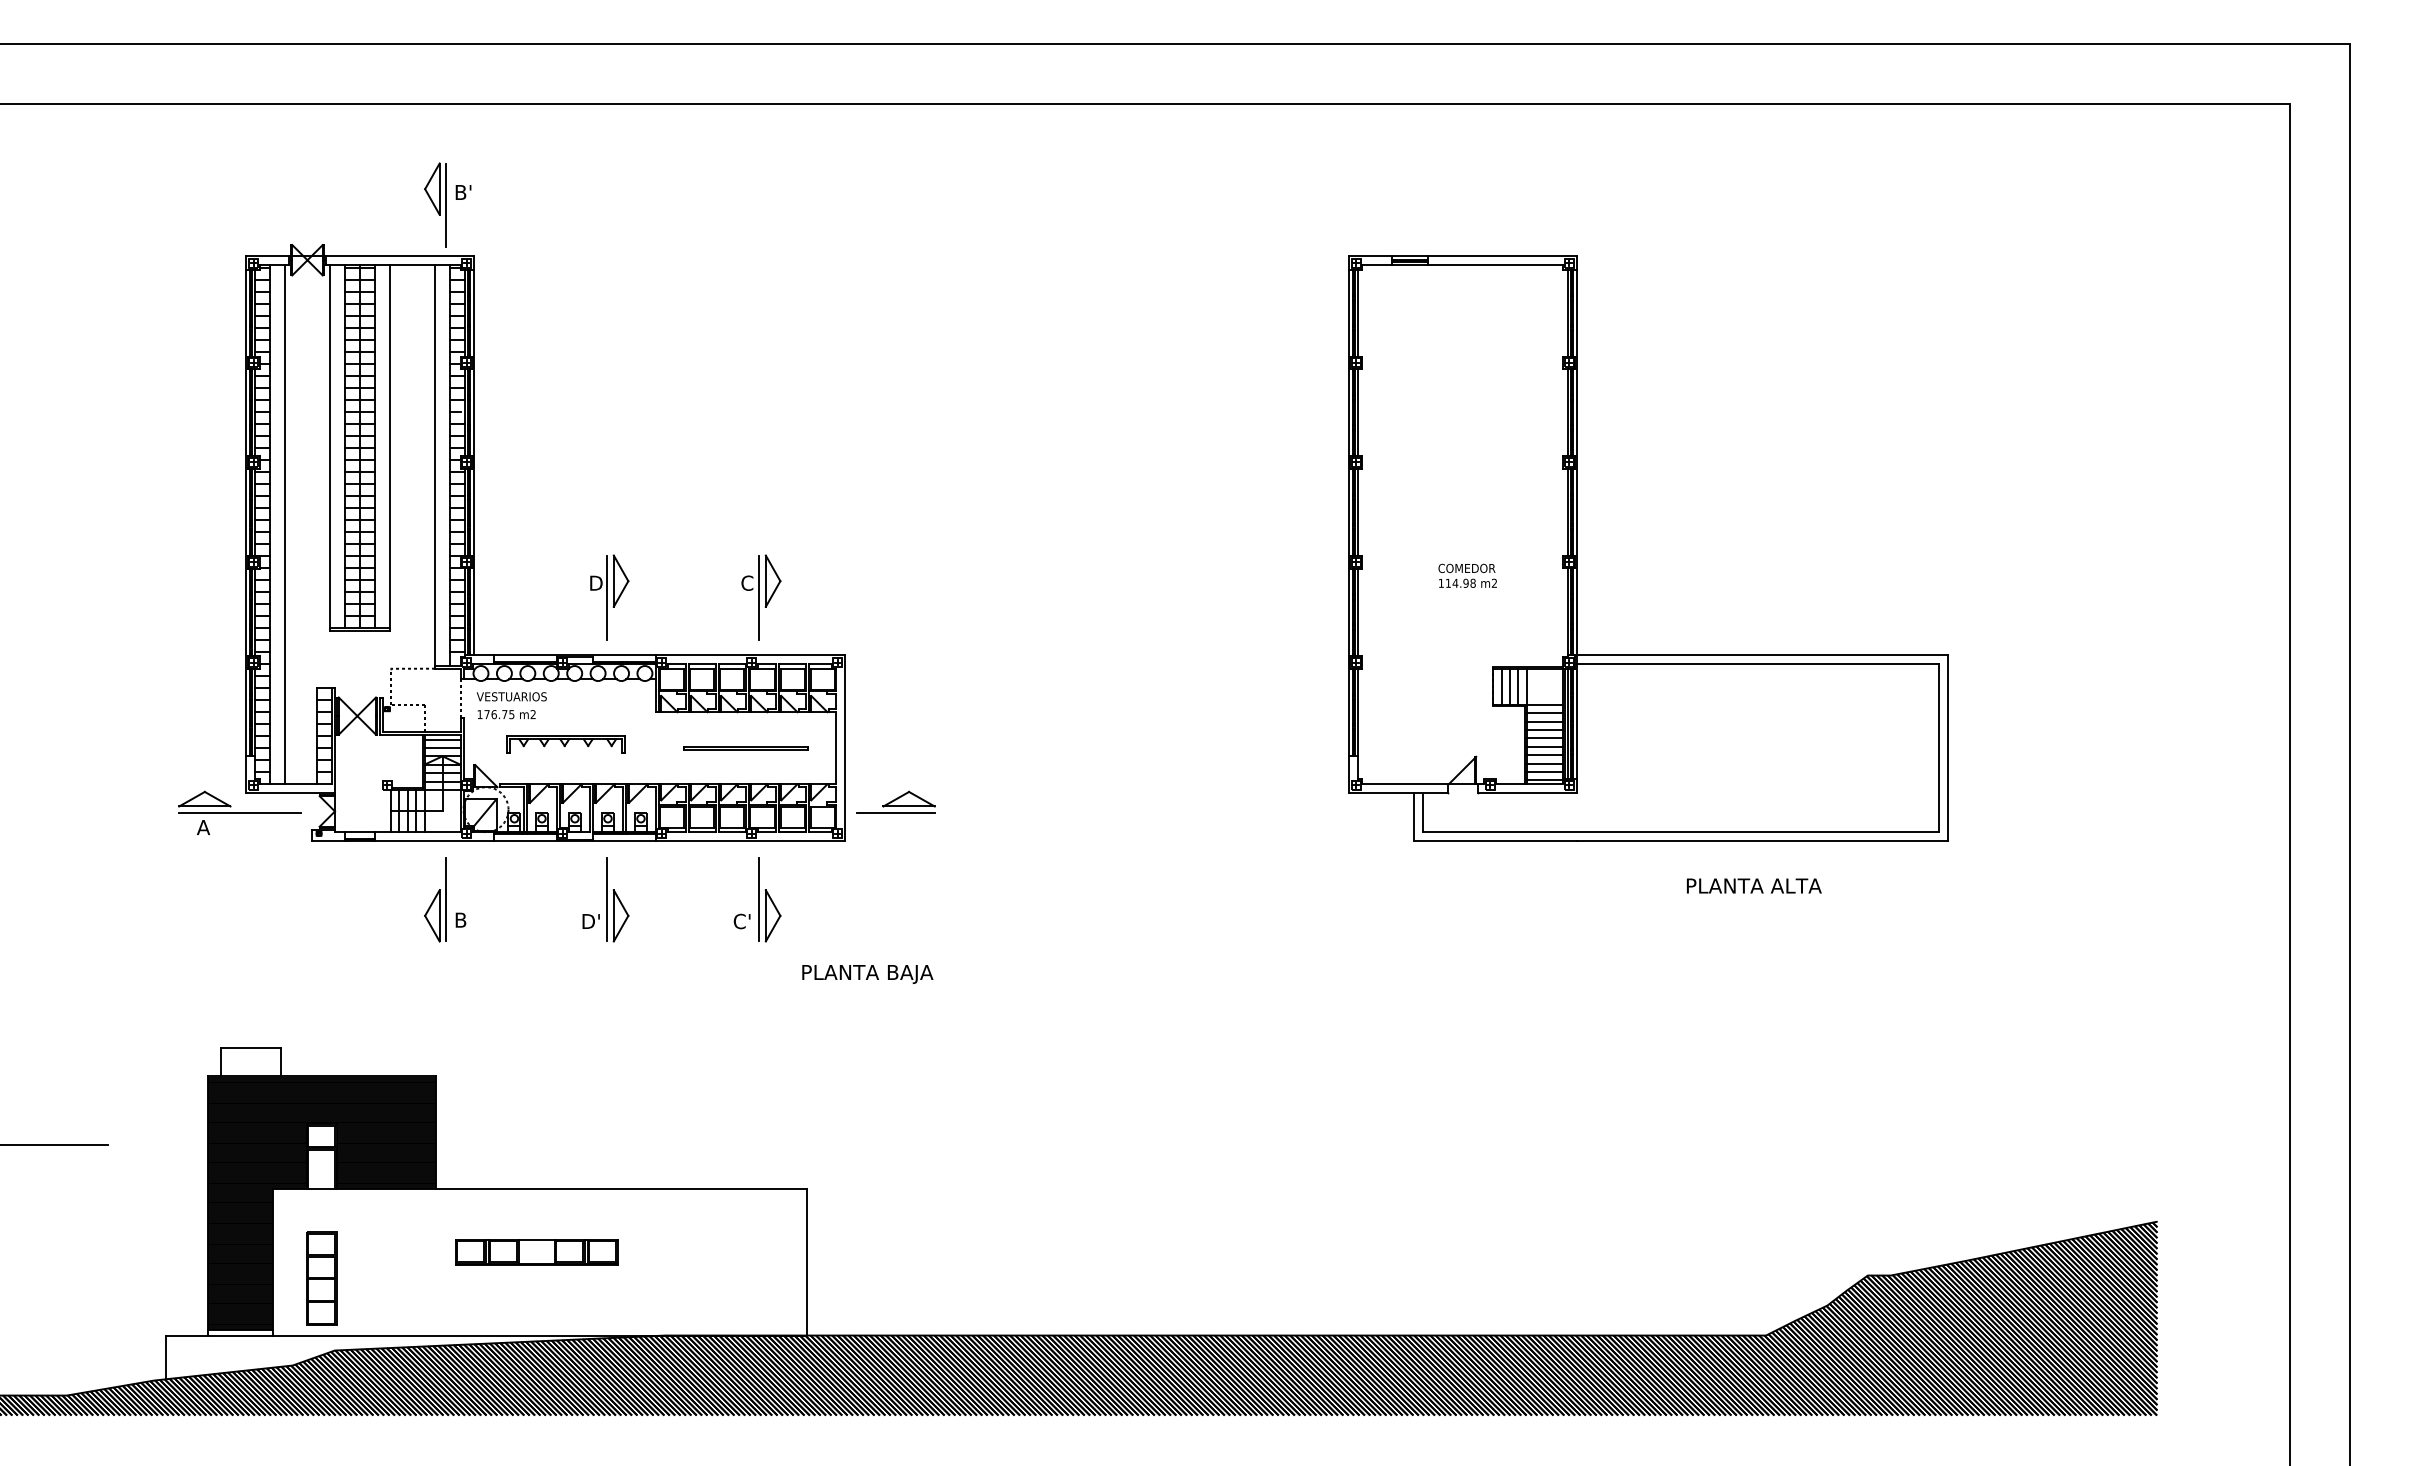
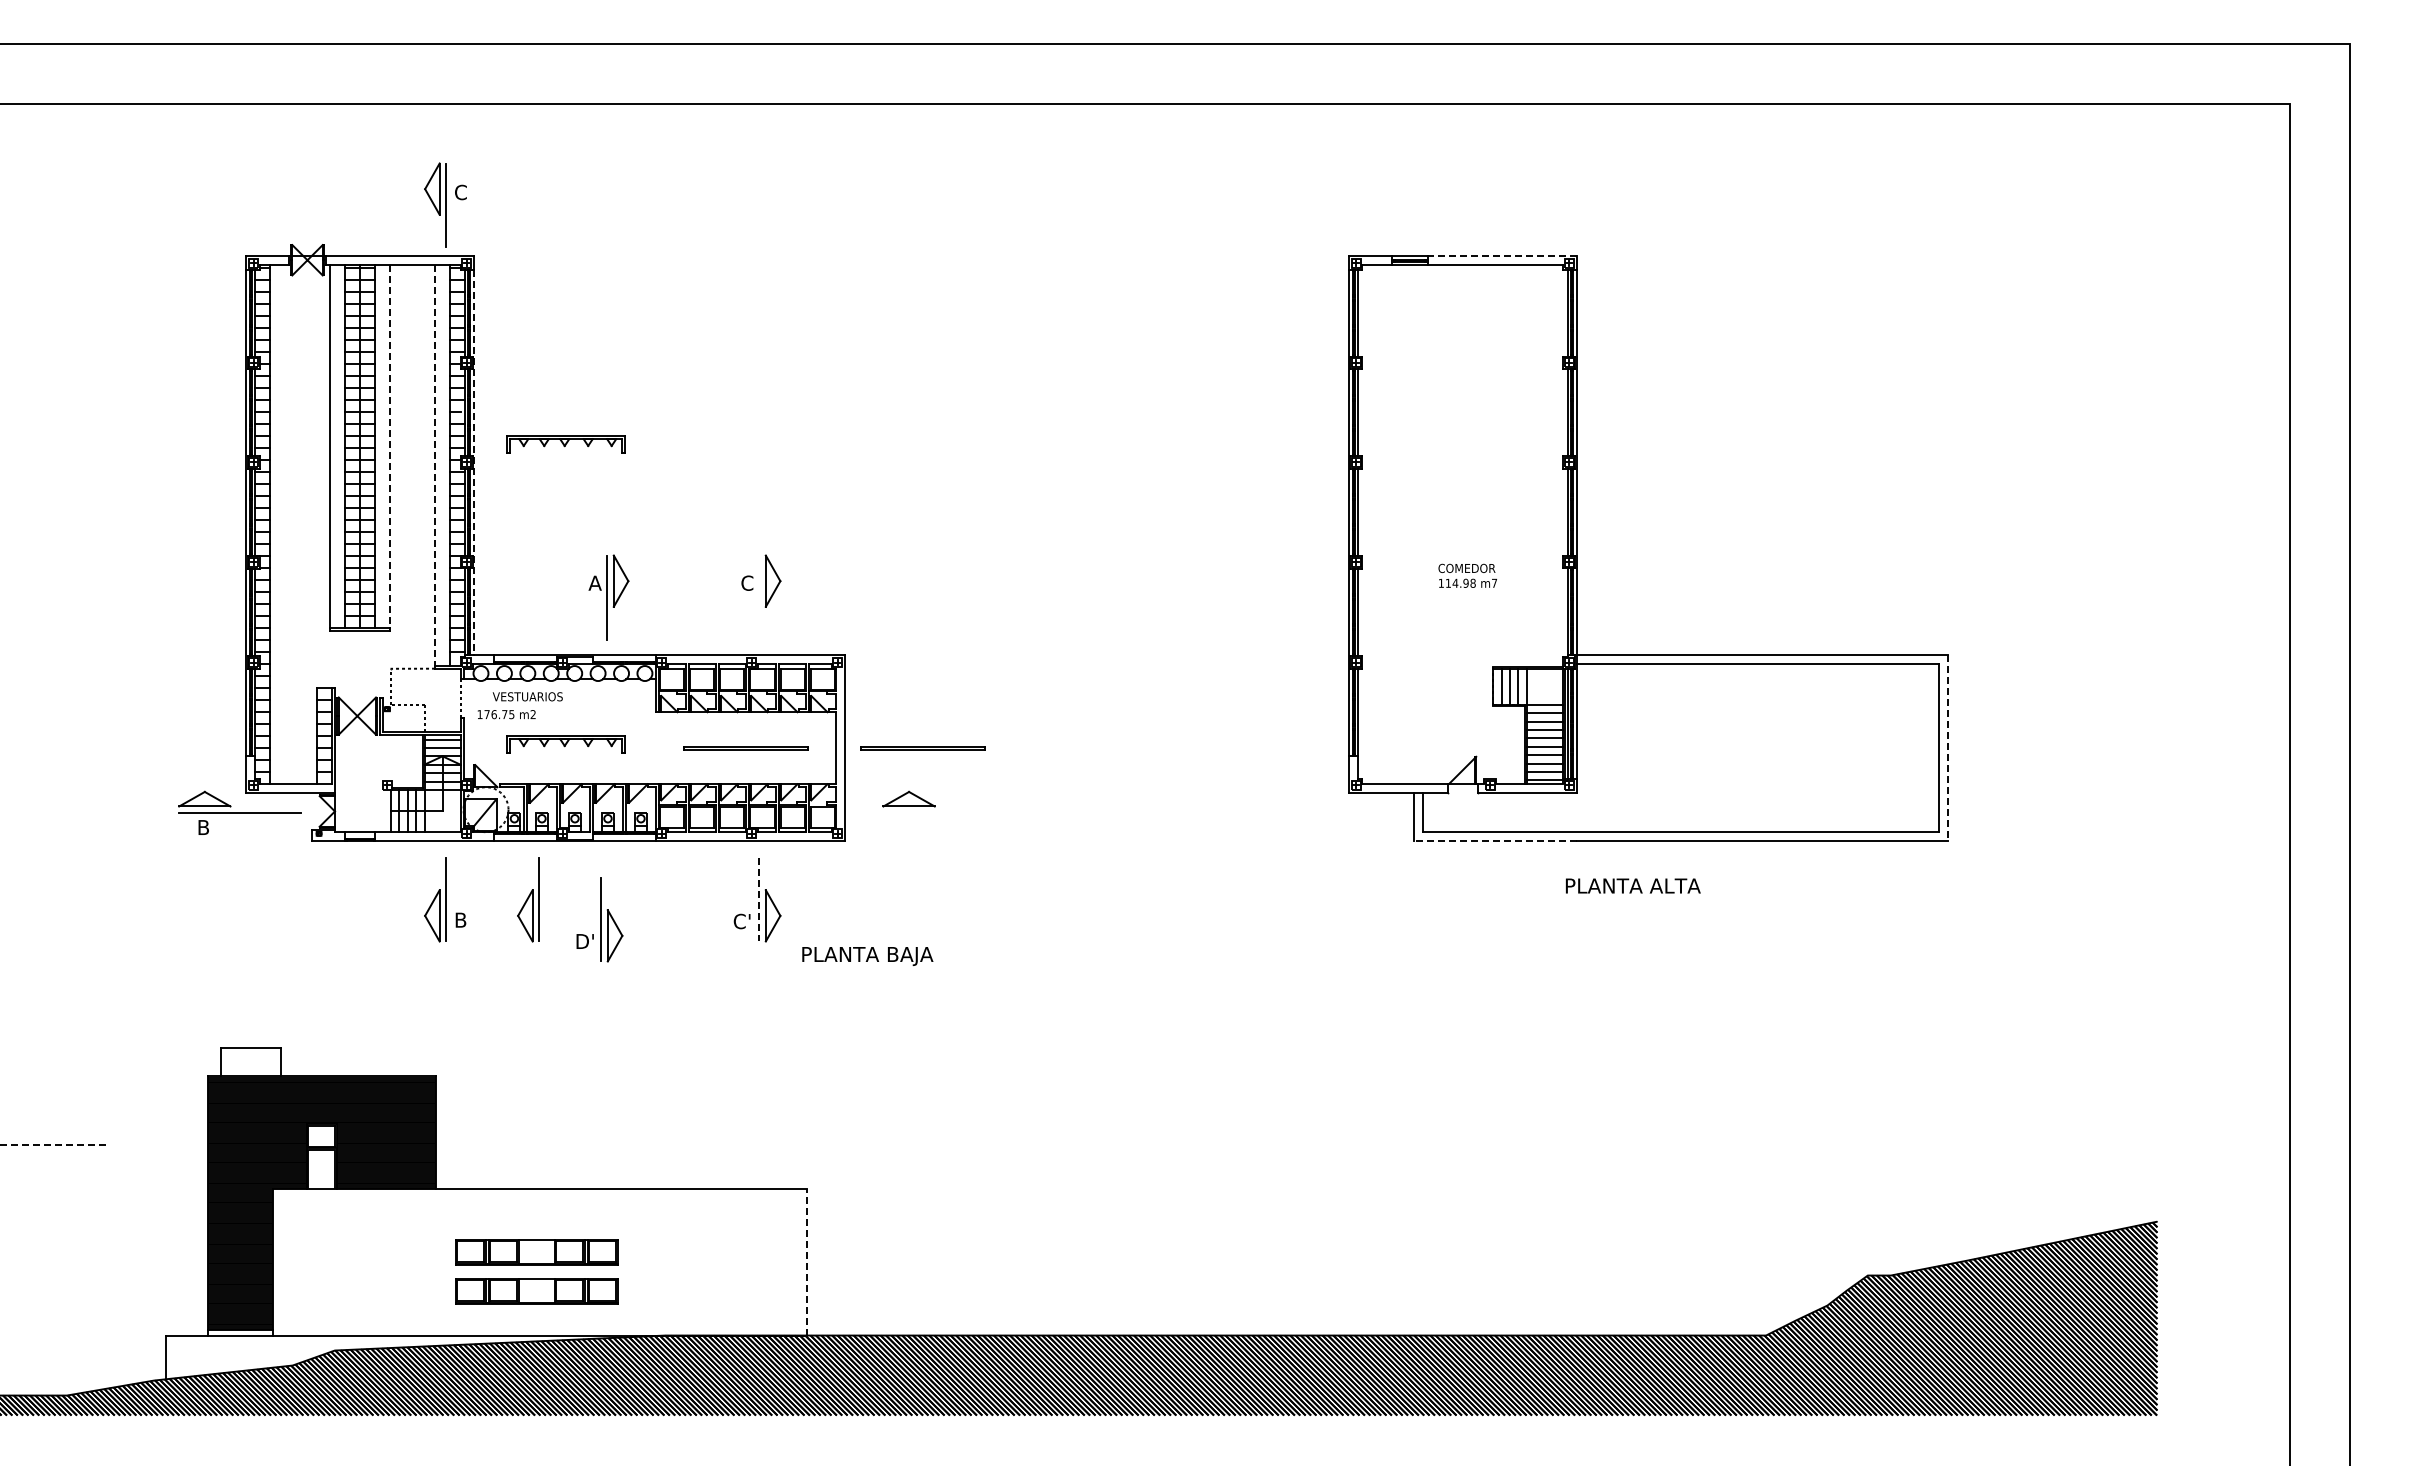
text at (463, 192): B' -> C
line at (1501, 255): solid -> dashed
part at (565, 444): none -> present
line at (390, 446): solid -> dashed
line at (474, 462): solid -> dashed
line at (435, 465): solid -> dashed
line at (285, 523): present -> none
text at (595, 582): D -> A
text at (1494, 582): m2 -> m7
line at (759, 597): present -> none
text at (511, 696) position: (511, 696) -> (527, 696)
line at (922, 747): none -> present
line at (1947, 748): solid -> dashed
line at (895, 812): present -> none
text at (203, 827): A -> B
line at (1495, 841): solid -> dashed
text at (1754, 885) position: (1754, 885) -> (1633, 885)
part at (528, 899): none -> present
part at (605, 899) position: (605, 899) -> (599, 919)
line at (759, 899): solid -> dashed
text at (867, 974) position: (867, 974) -> (867, 956)
line at (54, 1145): solid -> dashed
line at (806, 1262): solid -> dashed
part at (321, 1278): present -> none
part at (536, 1291): none -> present
